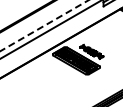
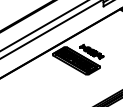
line at (44, 25): dashed -> solid
